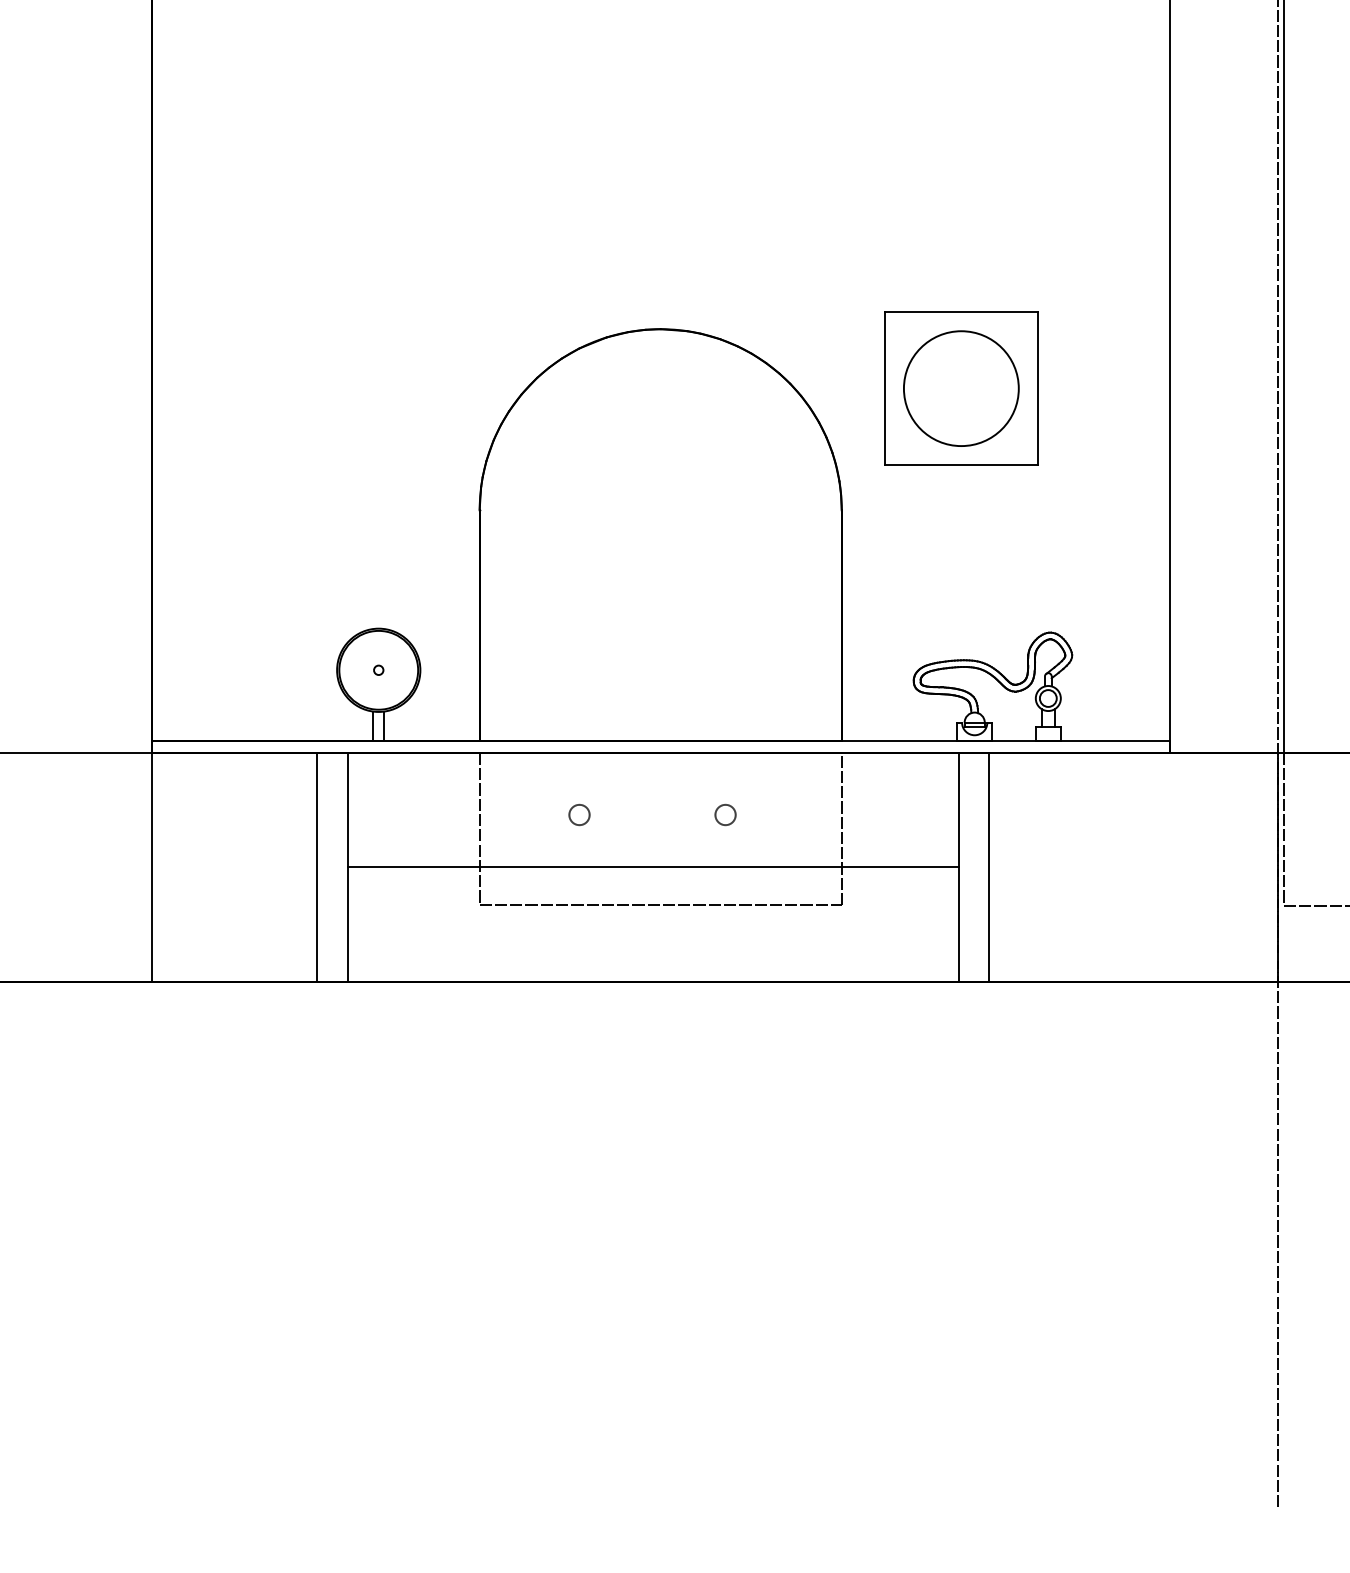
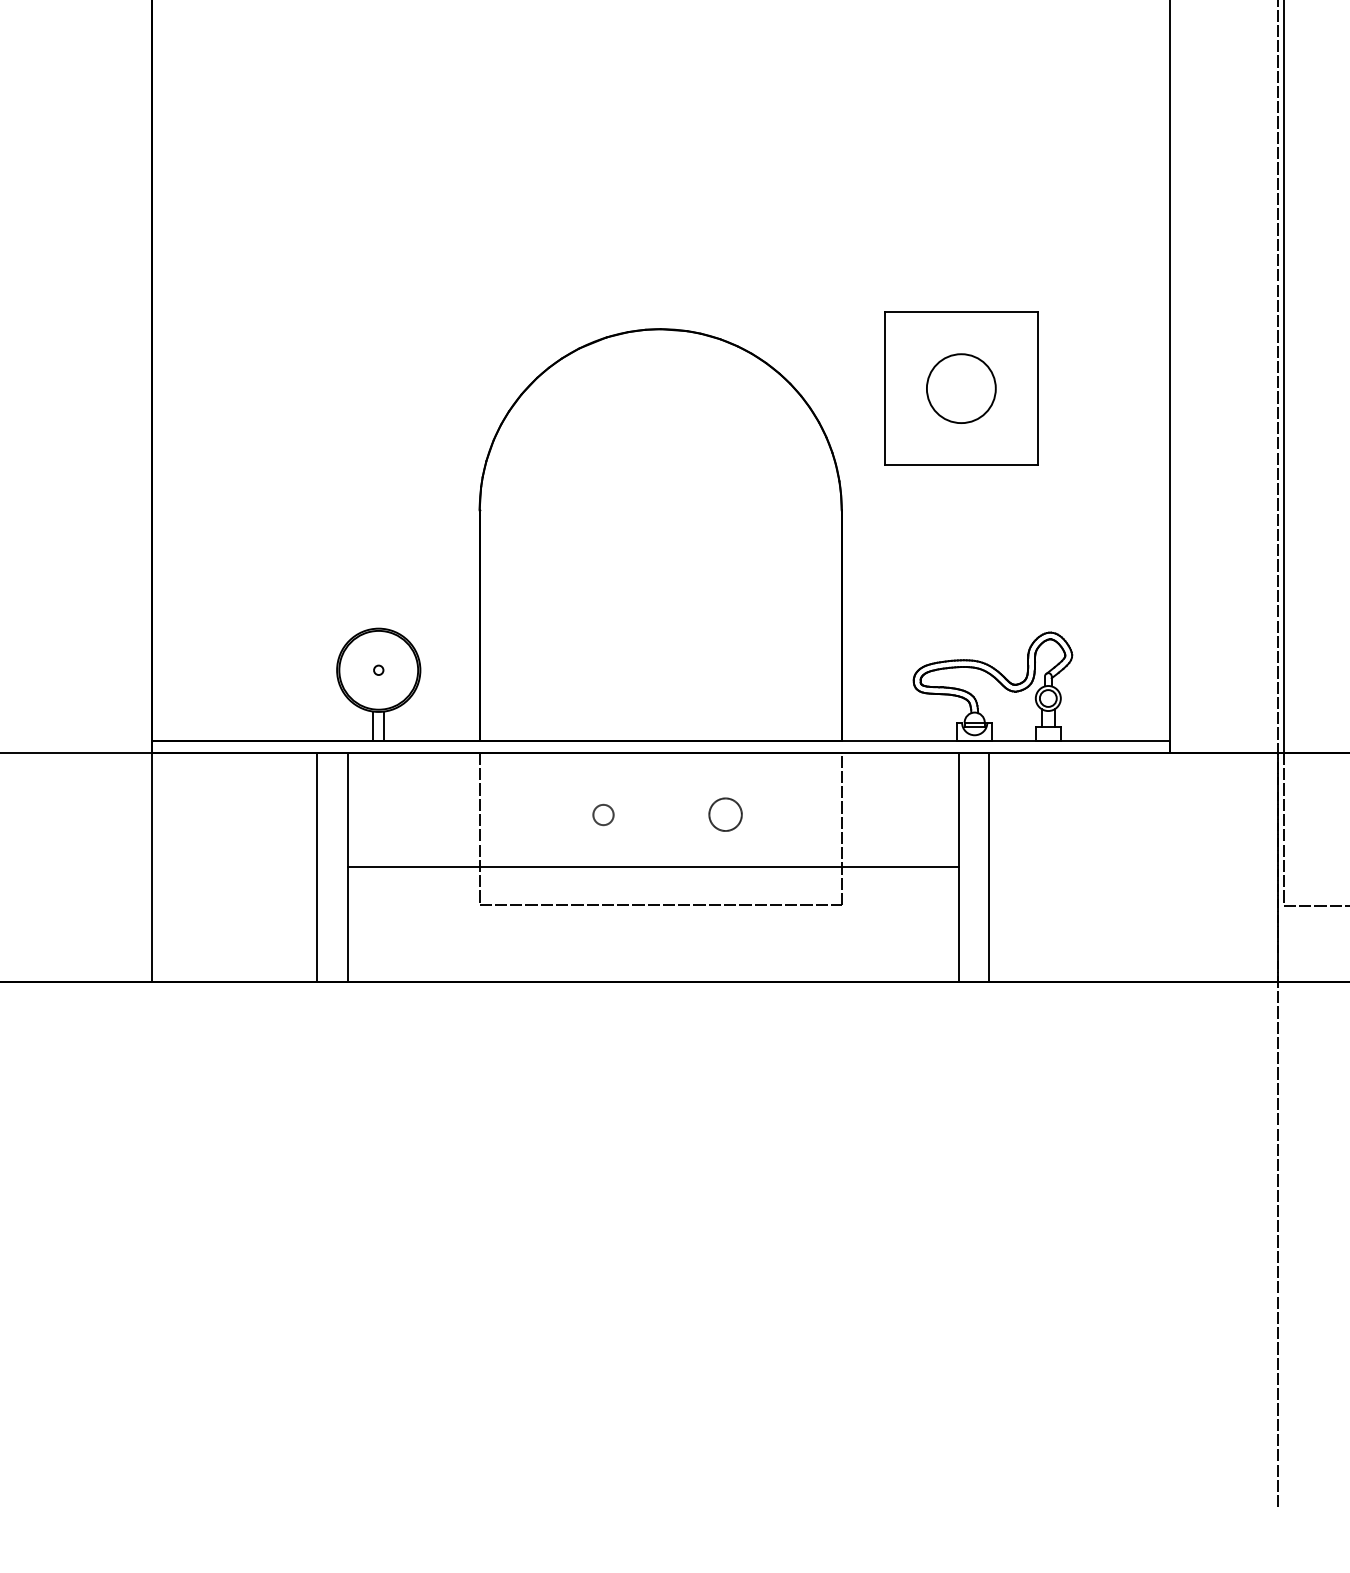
circle at (960, 388) diameter: 115 px -> 69 px
circle at (579, 815) position: (579, 815) -> (603, 815)
circle at (725, 815) size: 23x23 px -> 35x35 px
